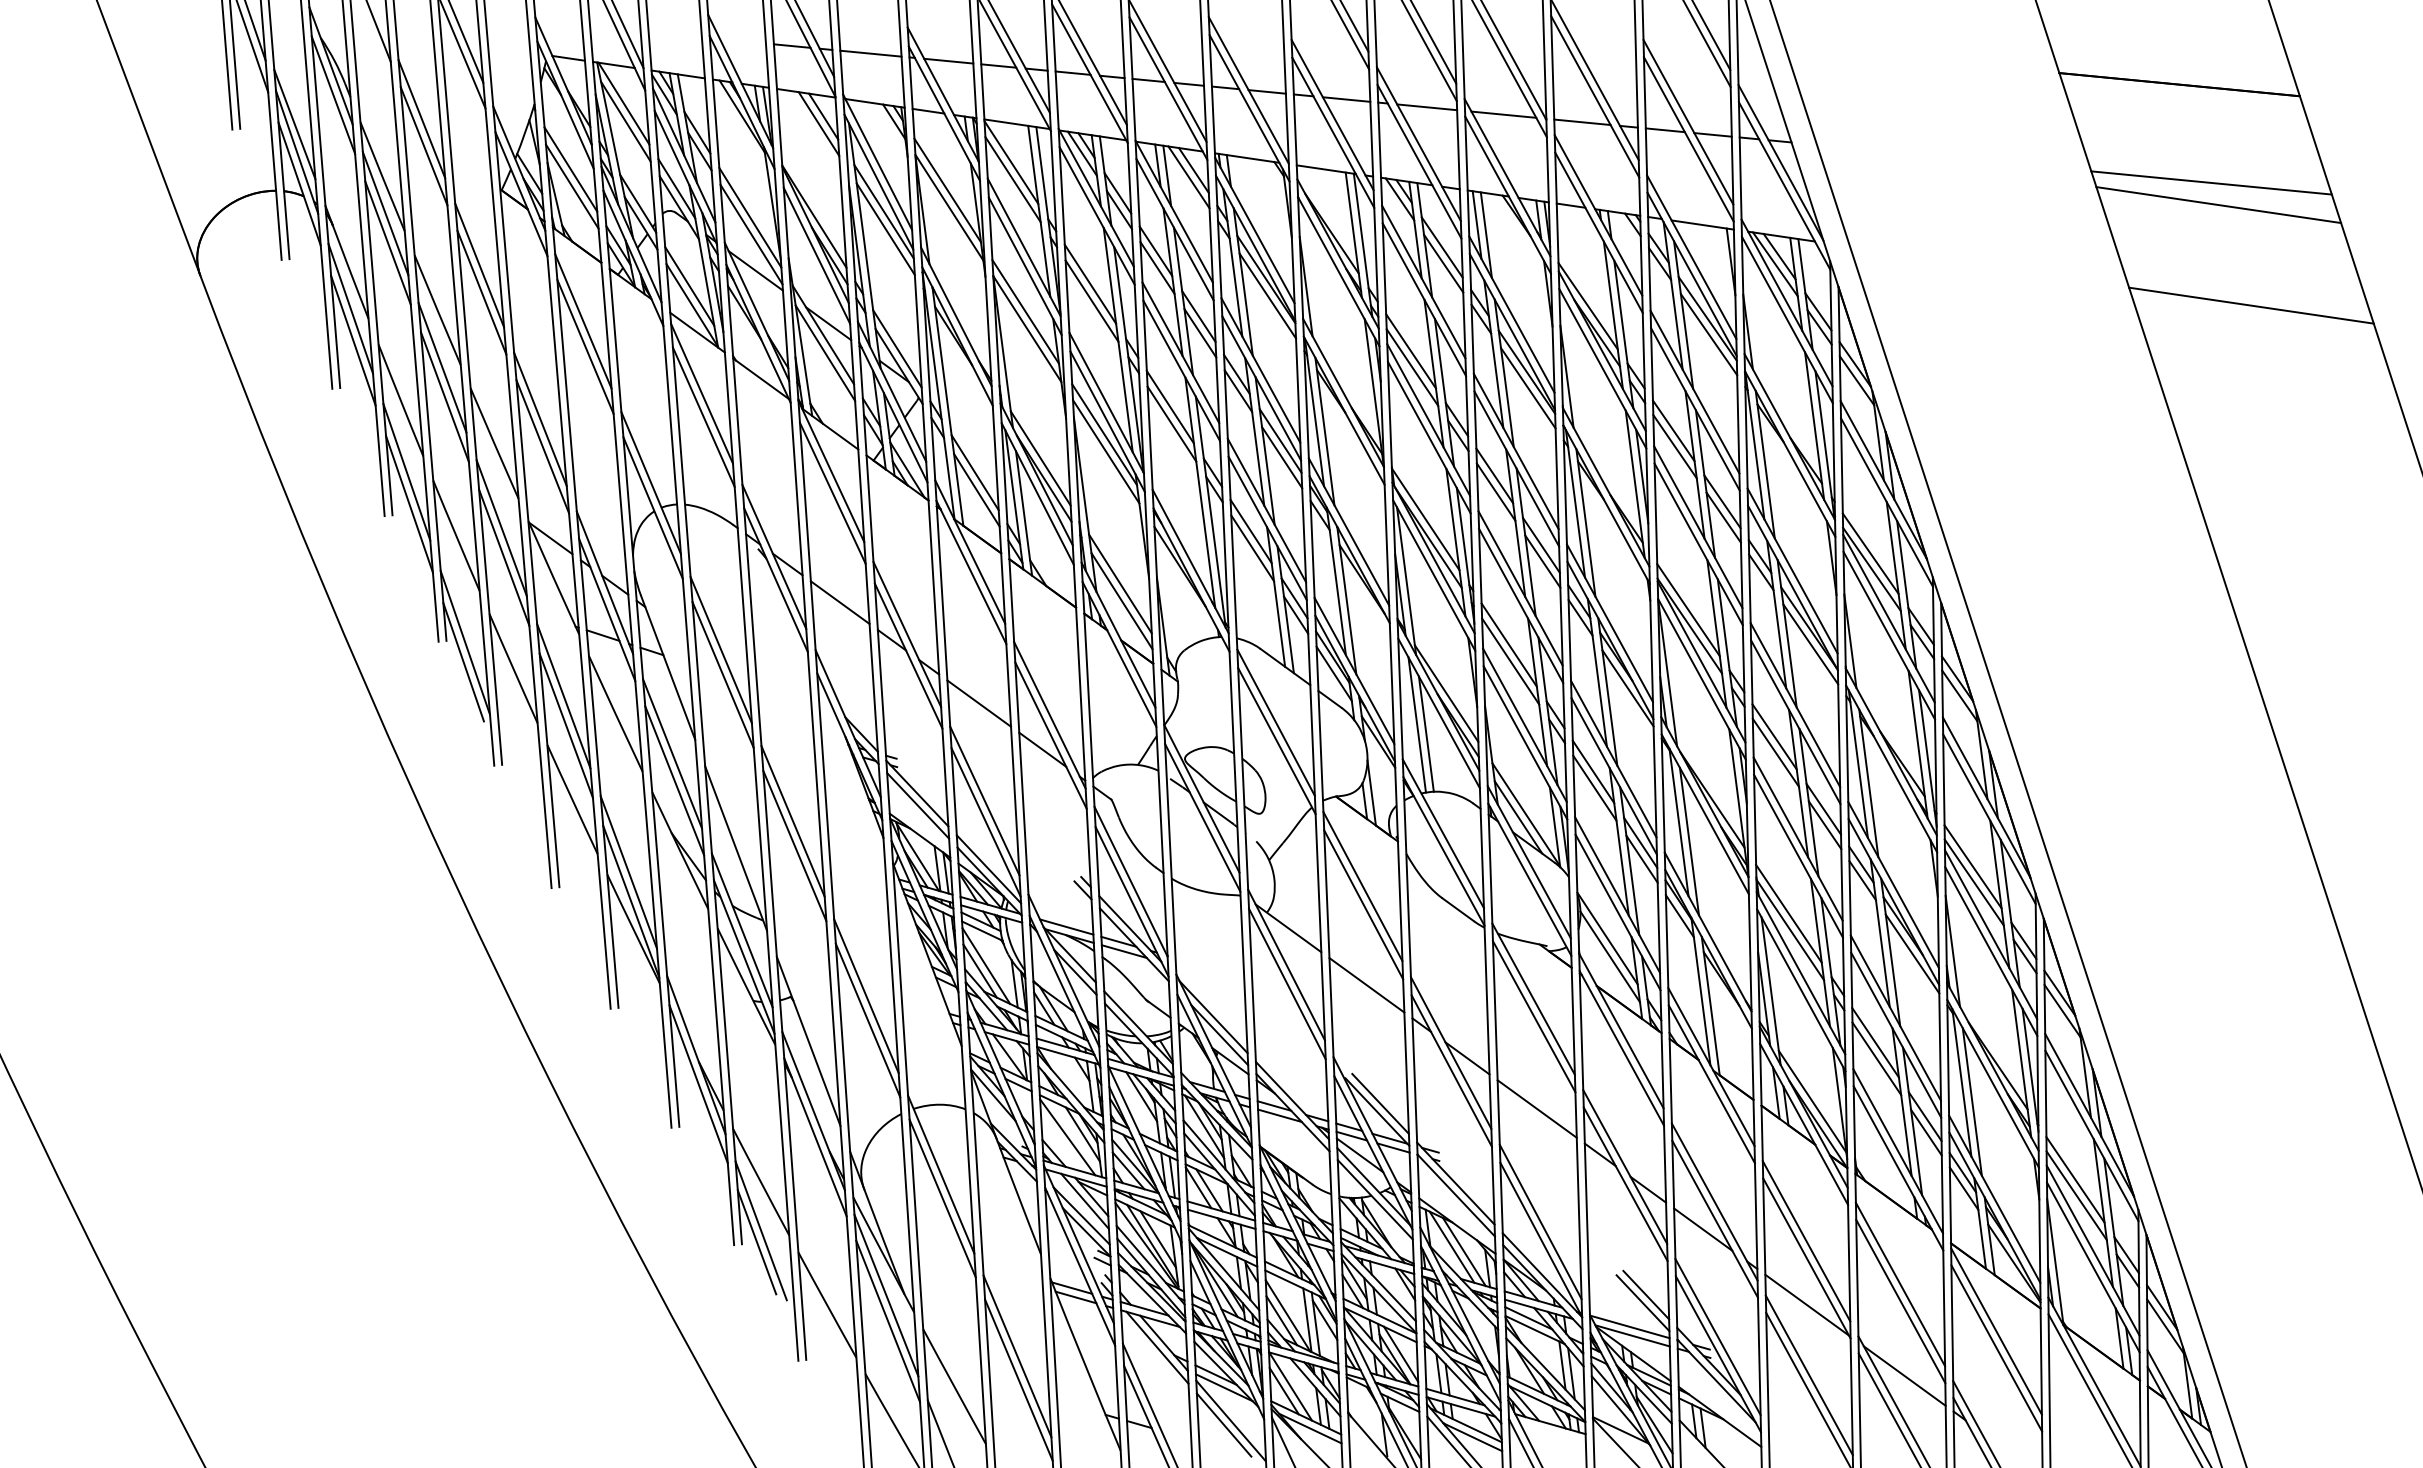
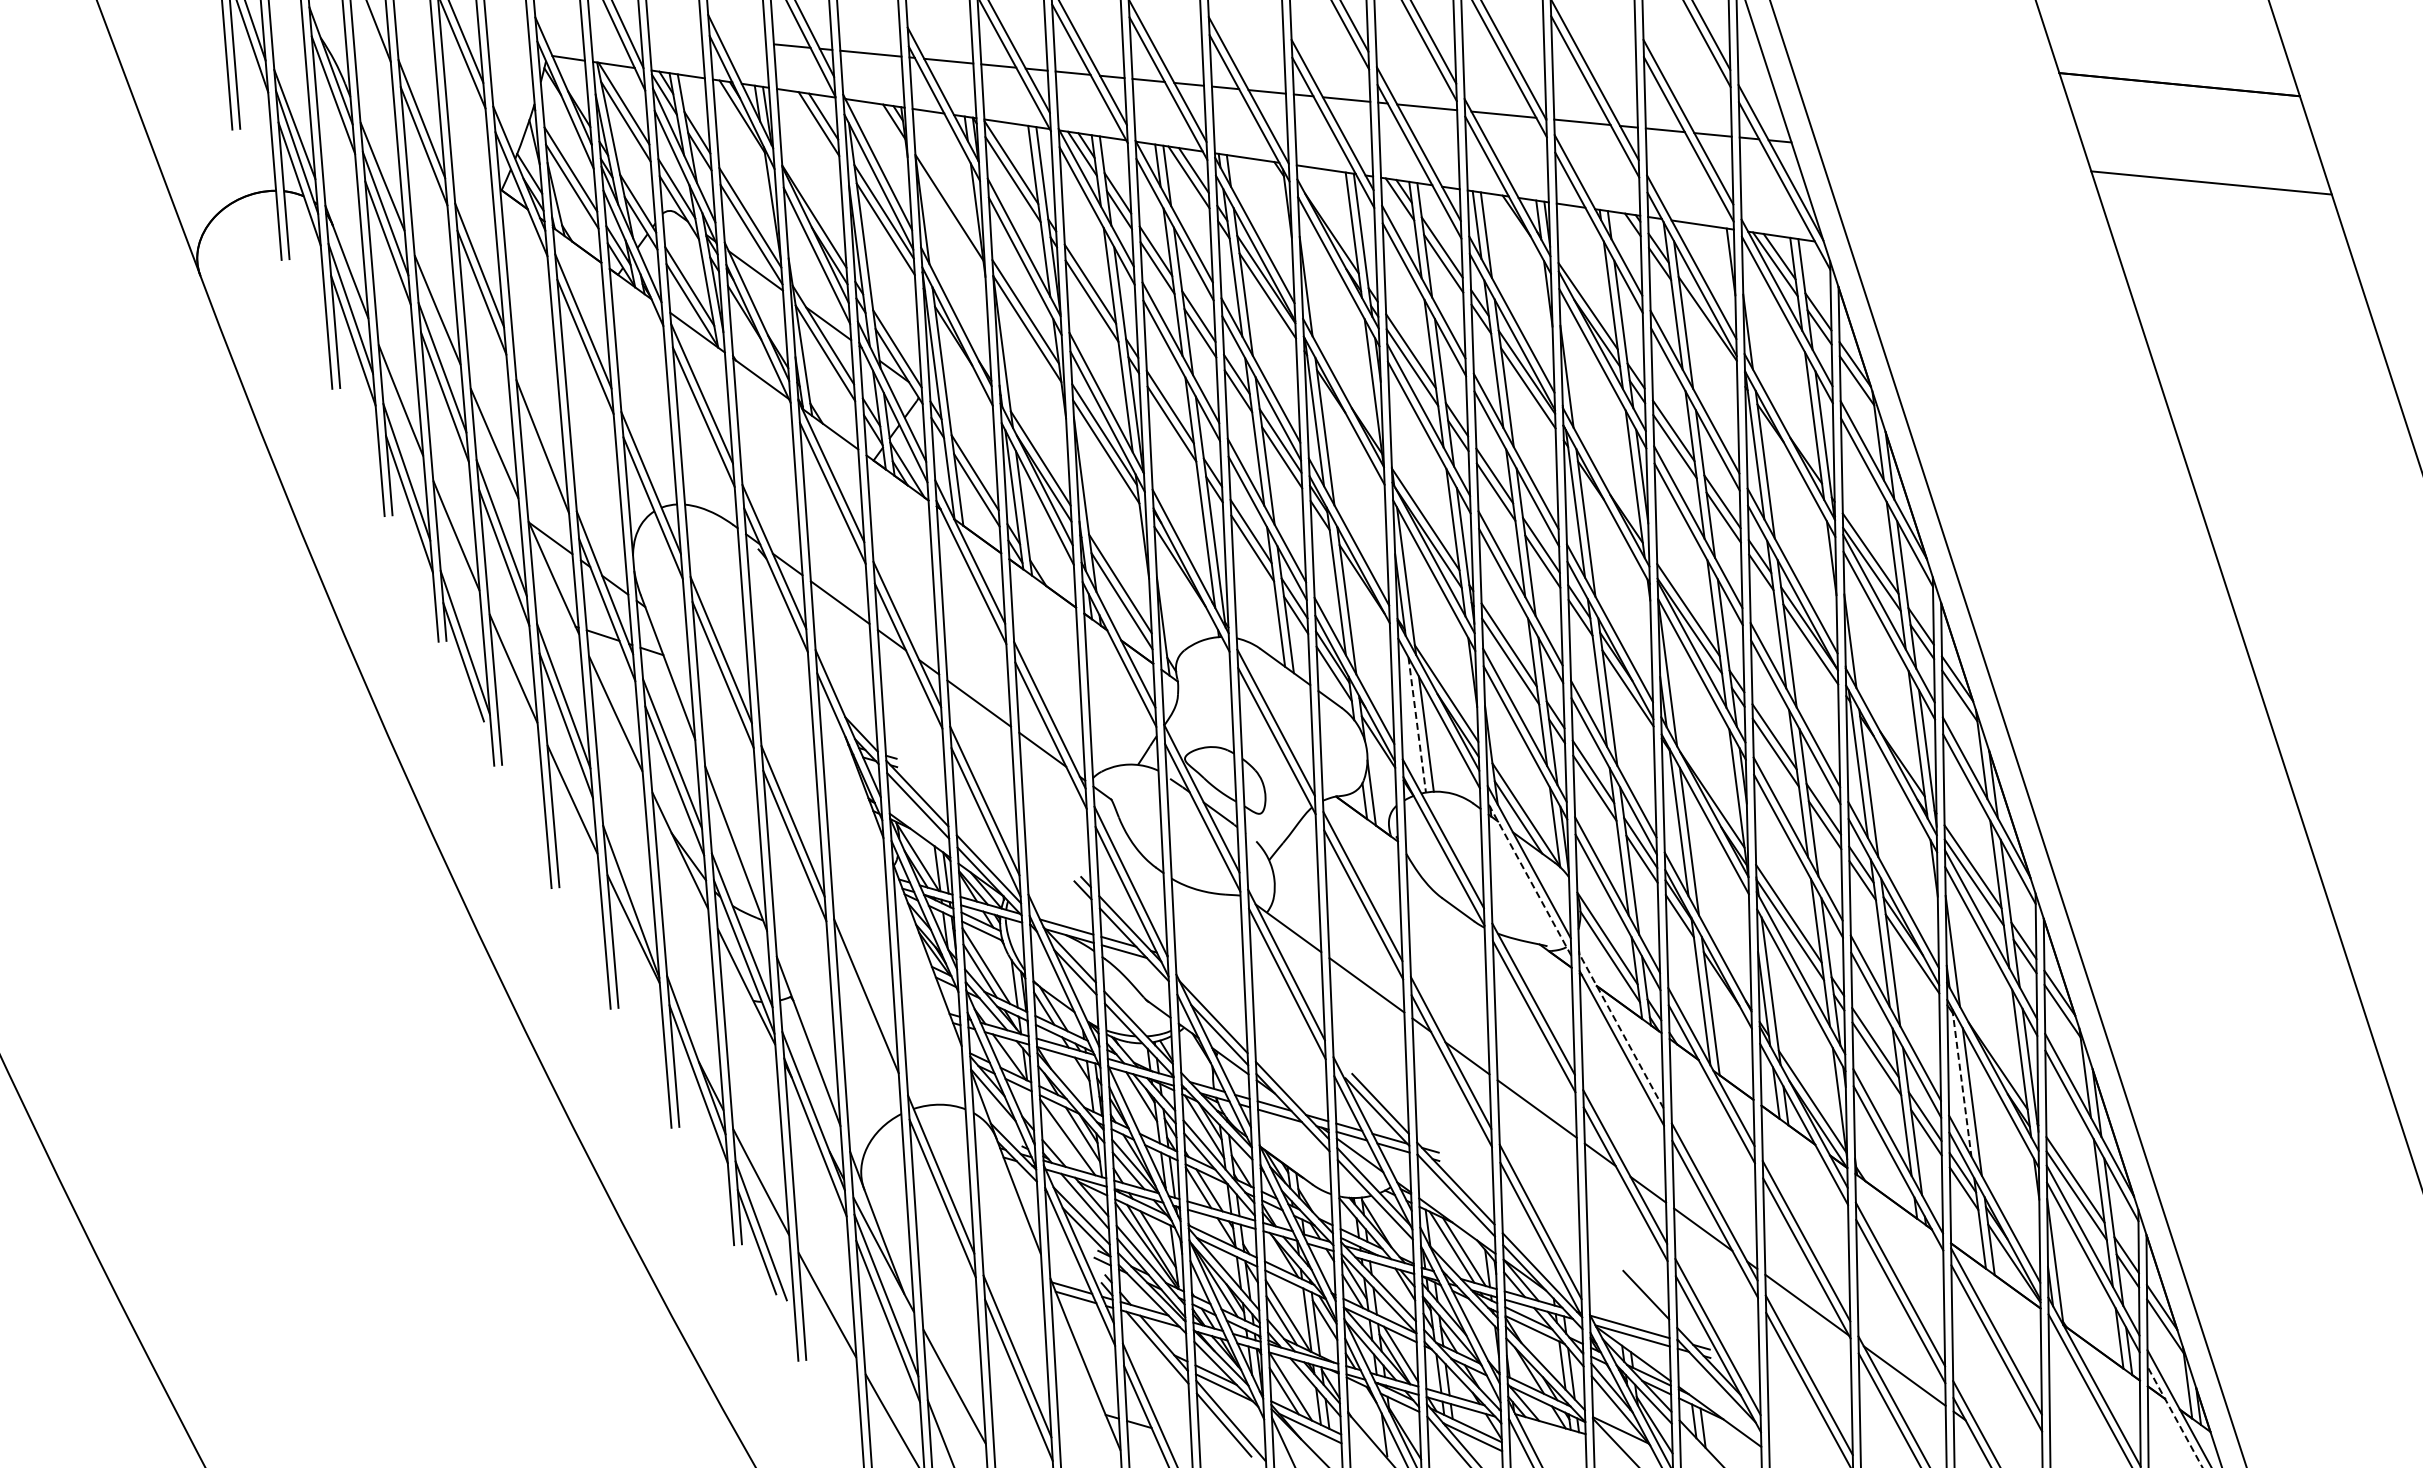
line at (947, 190): present -> none
line at (2218, 205): present -> none
line at (2251, 305): present -> none
line at (1708, 334): present -> none
line at (540, 419): present -> none
line at (1417, 725): solid -> dashed
line at (628, 872): present -> none
line at (1529, 879): solid -> dashed
line at (867, 1020): present -> none
line at (1621, 1030): solid -> dashed
line at (1961, 1083): solid -> dashed
line at (1642, 1303): present -> none
line at (2174, 1416): solid -> dashed
